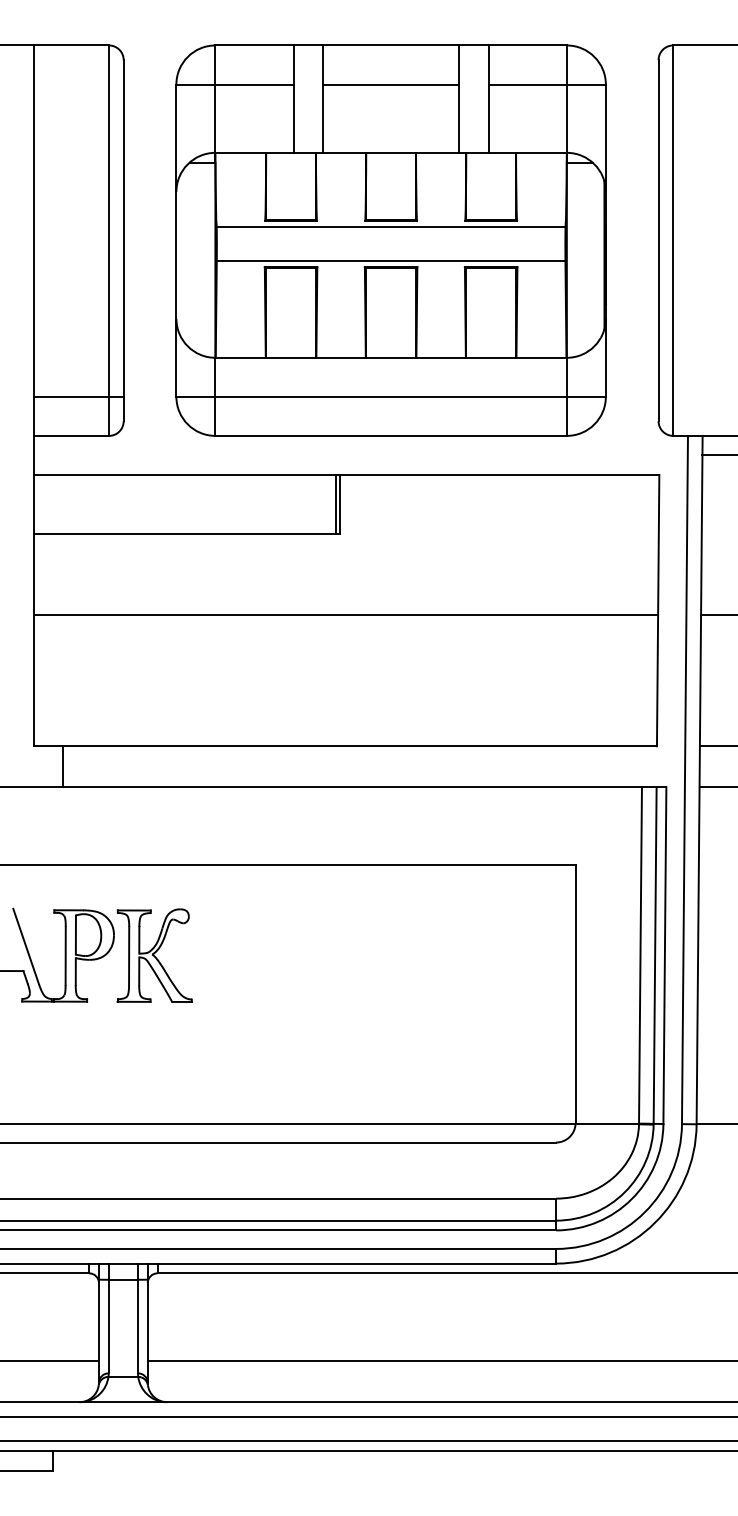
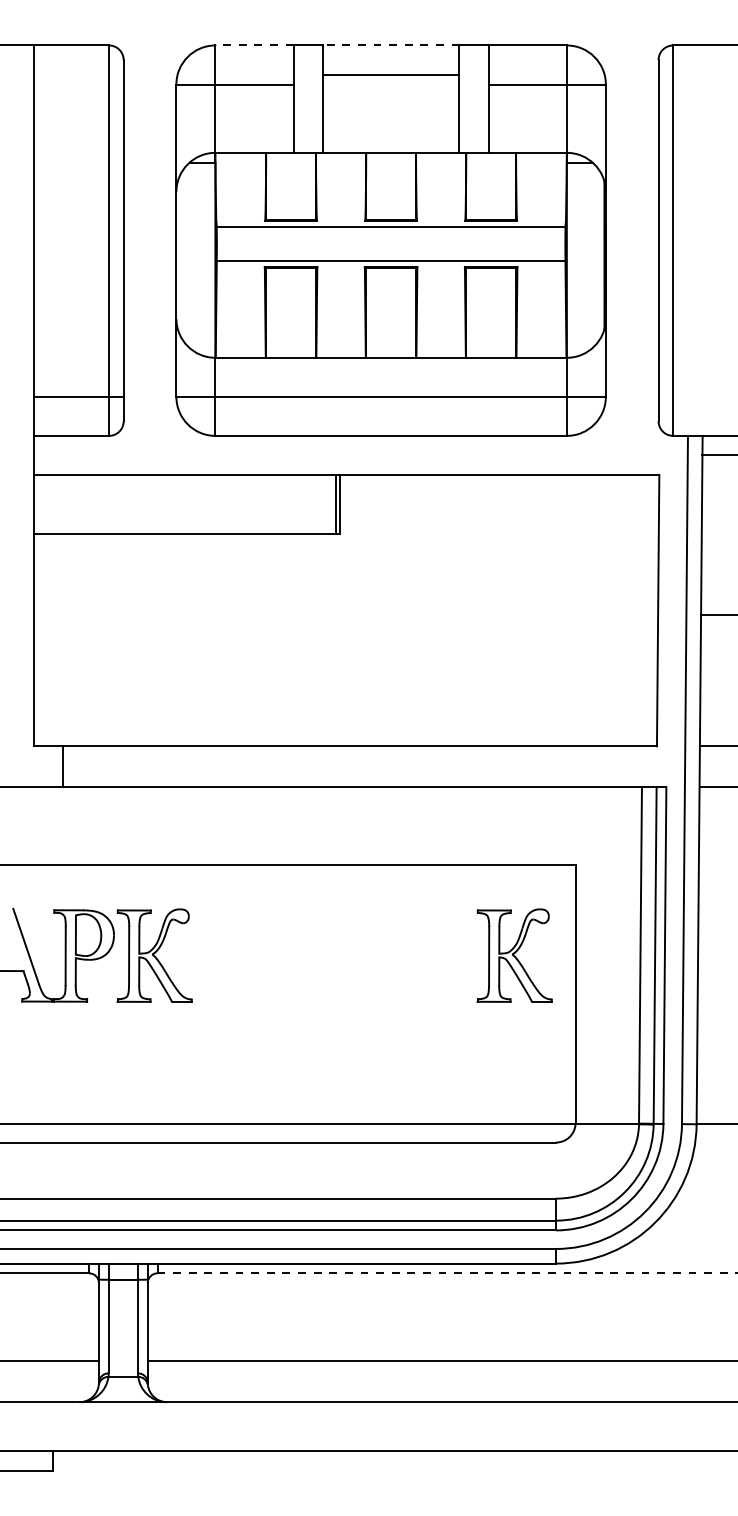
line at (253, 45): solid -> dashed
line at (390, 45): solid -> dashed
line at (390, 84) position: (390, 84) -> (390, 74)
line at (345, 615): present -> none
part at (514, 955): none -> present
line at (447, 1273): solid -> dashed
line at (368, 1416): present -> none
line at (368, 1441): present -> none
